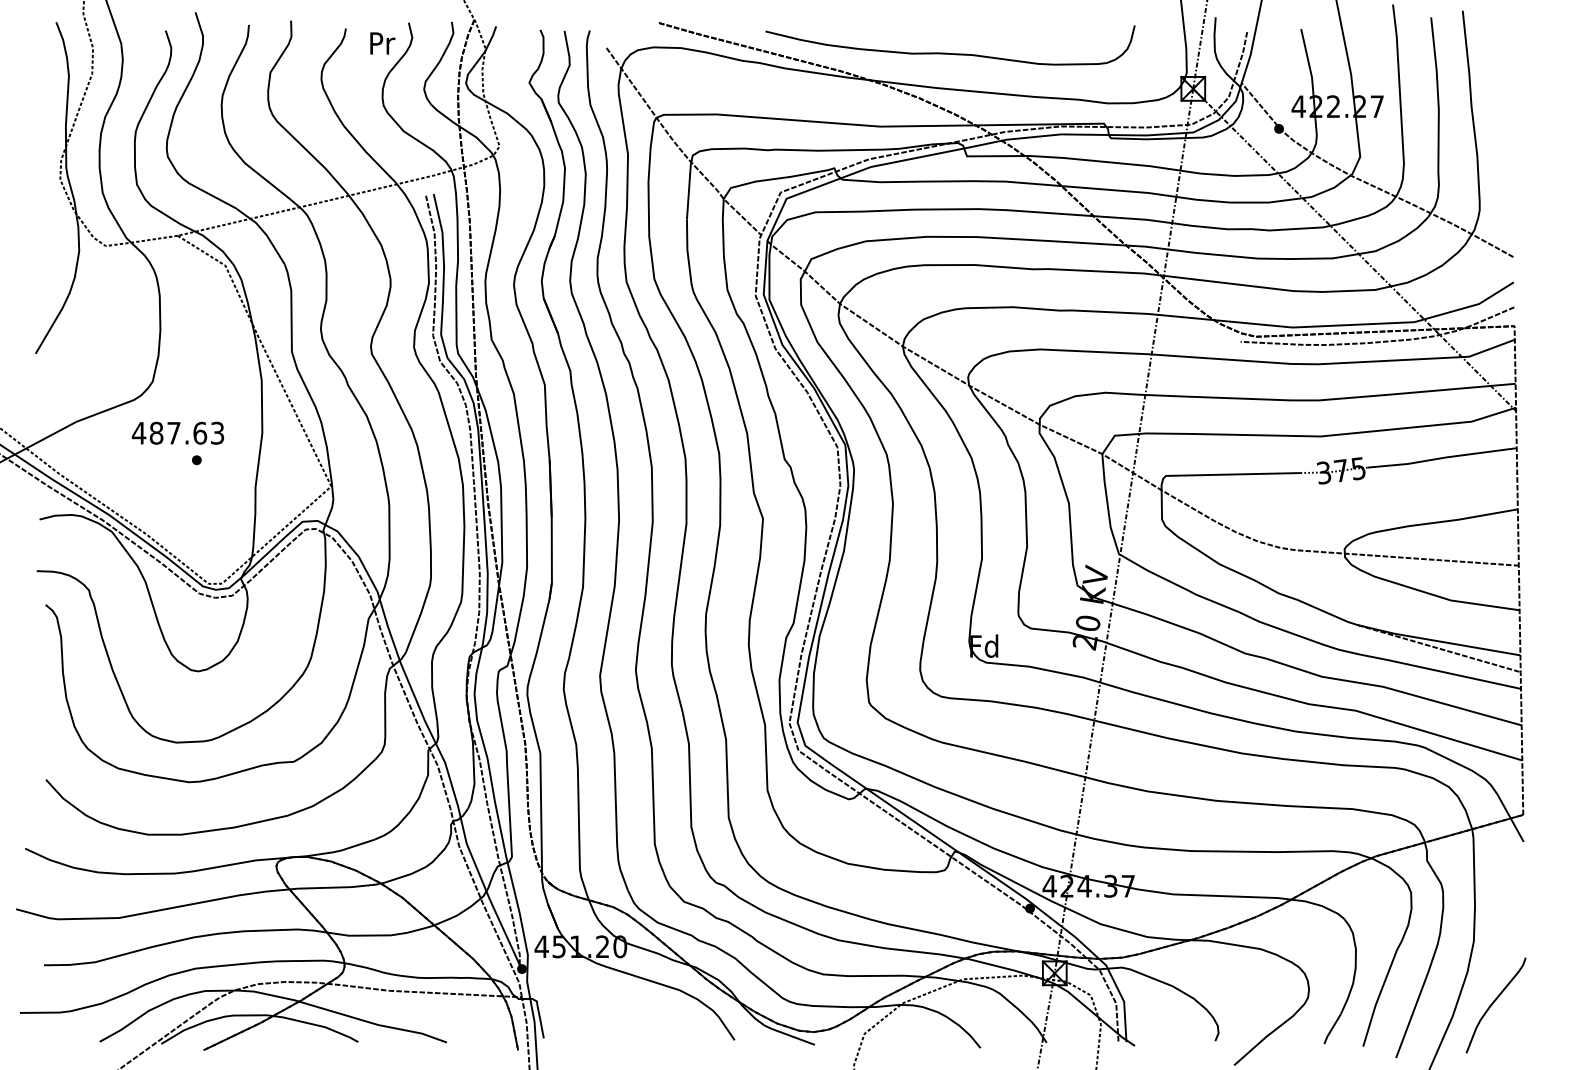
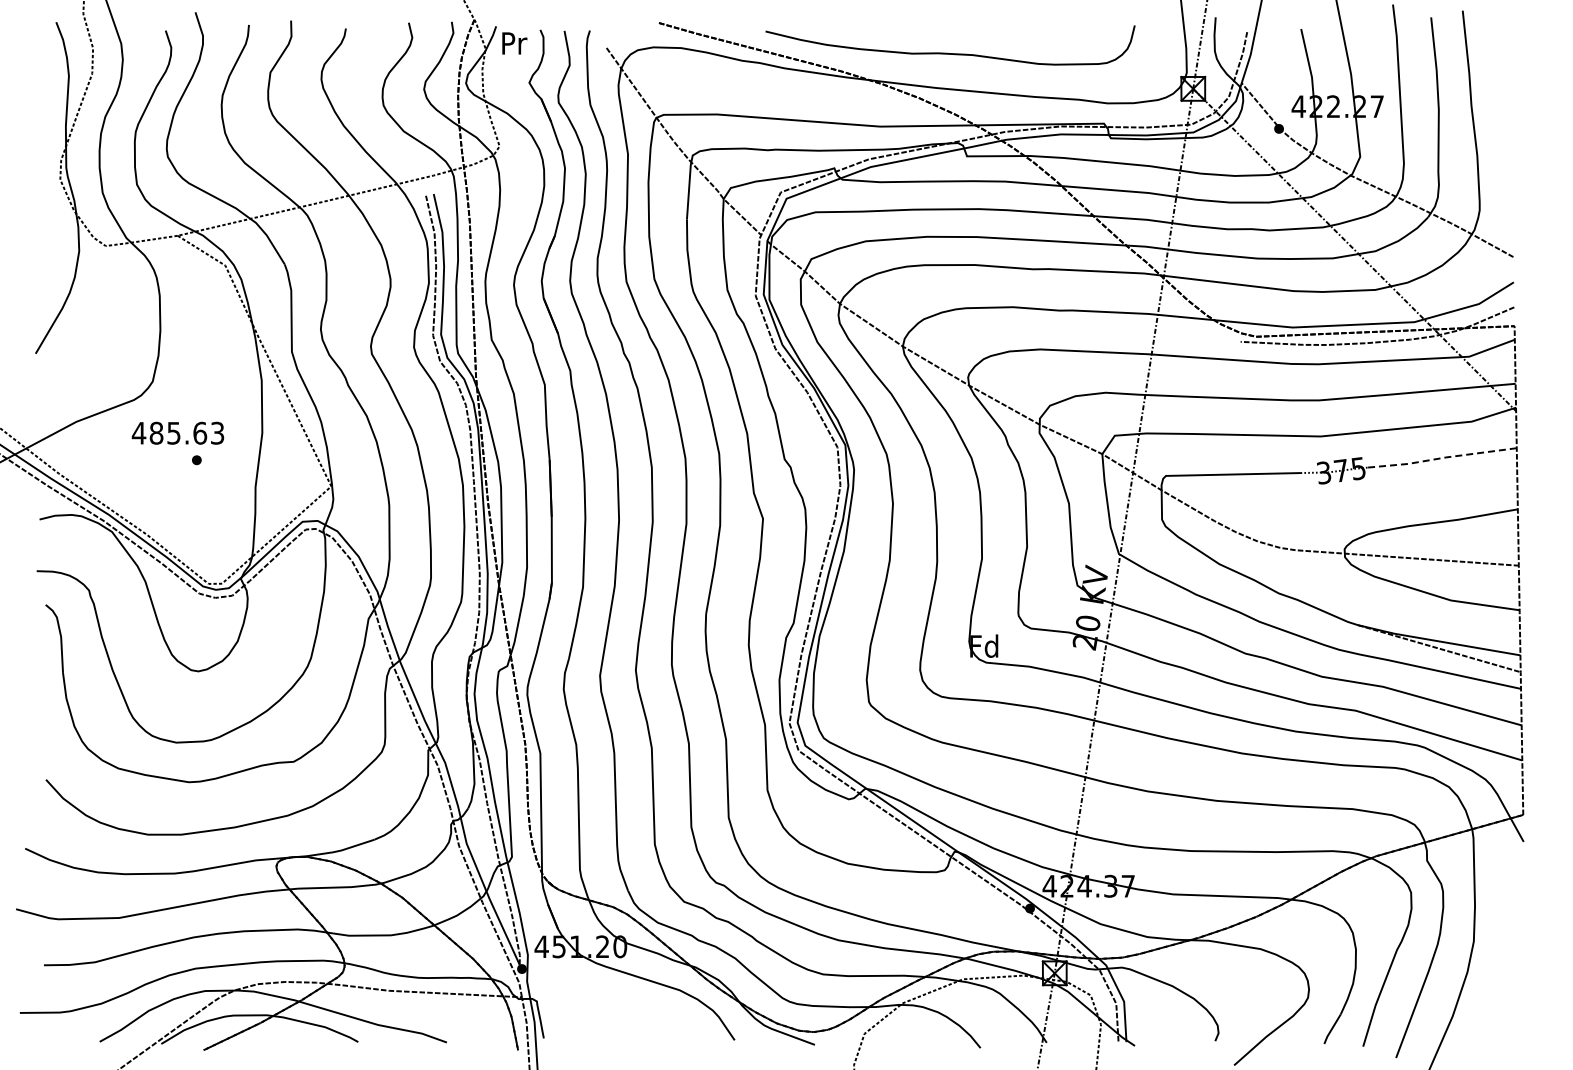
text at (382, 43) position: (382, 43) -> (514, 43)
text at (173, 433): 487.63 -> 485.63
line at (1442, 458): solid -> dashed
curve at (1493, 1003): present -> none
